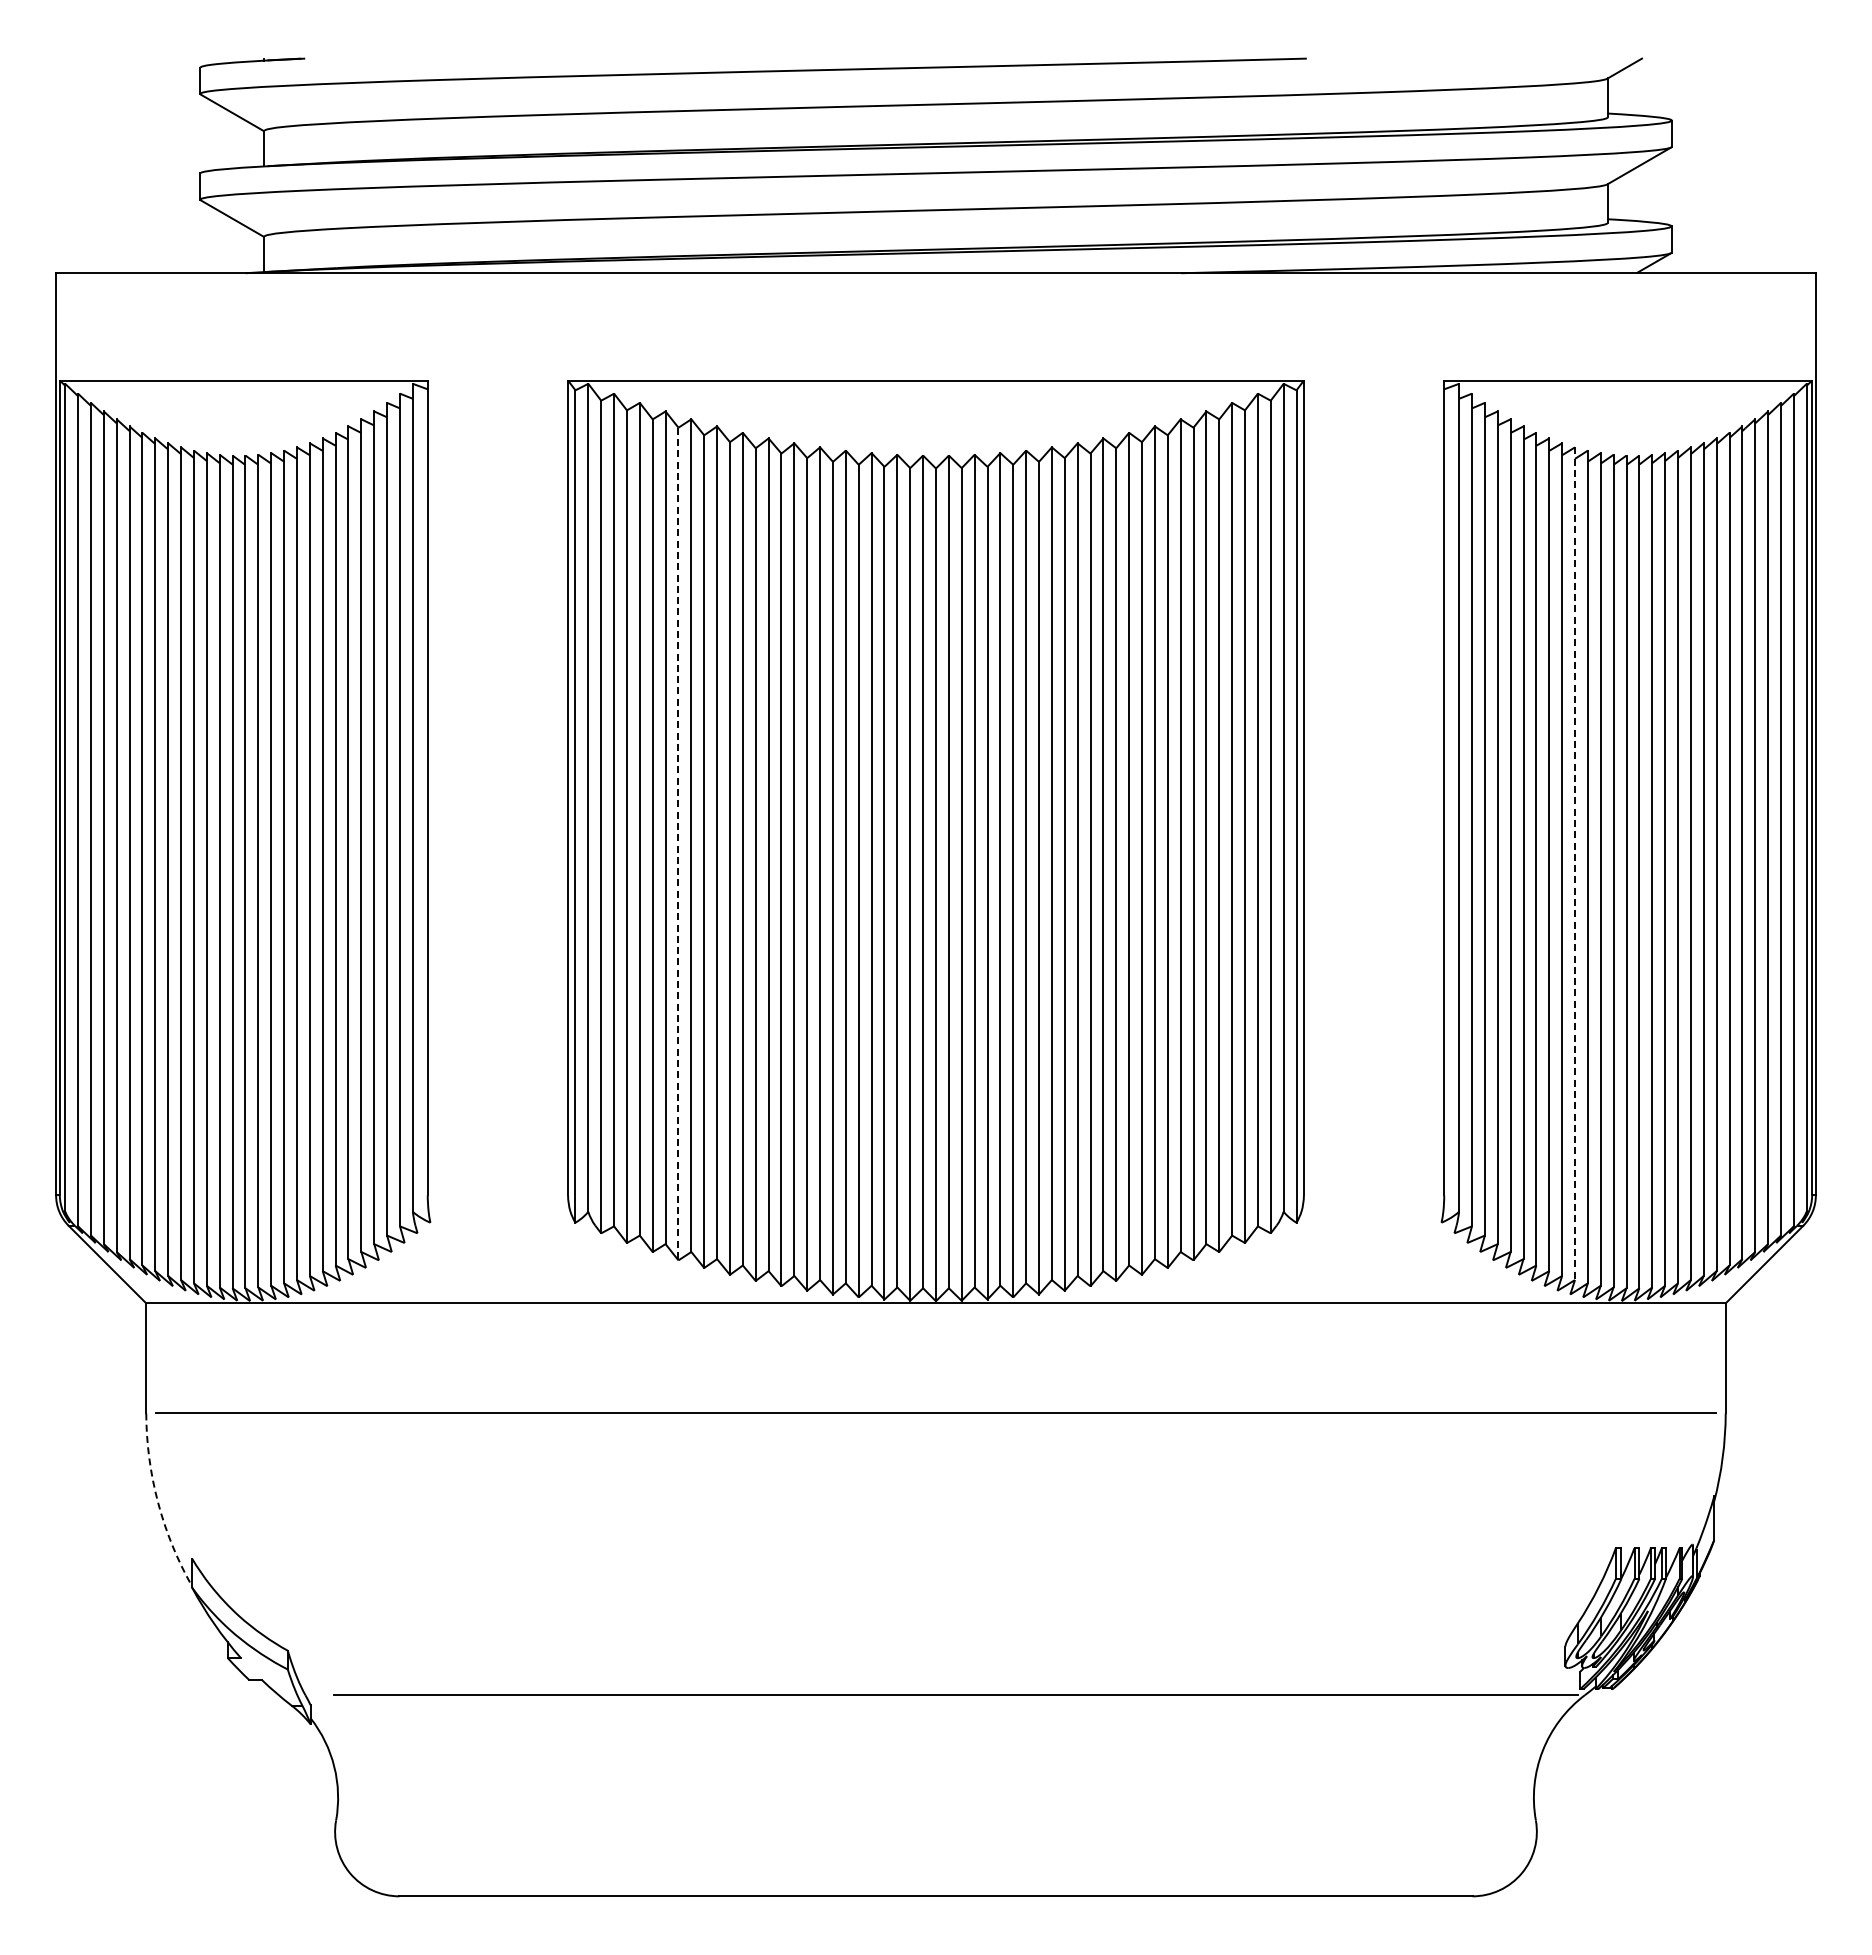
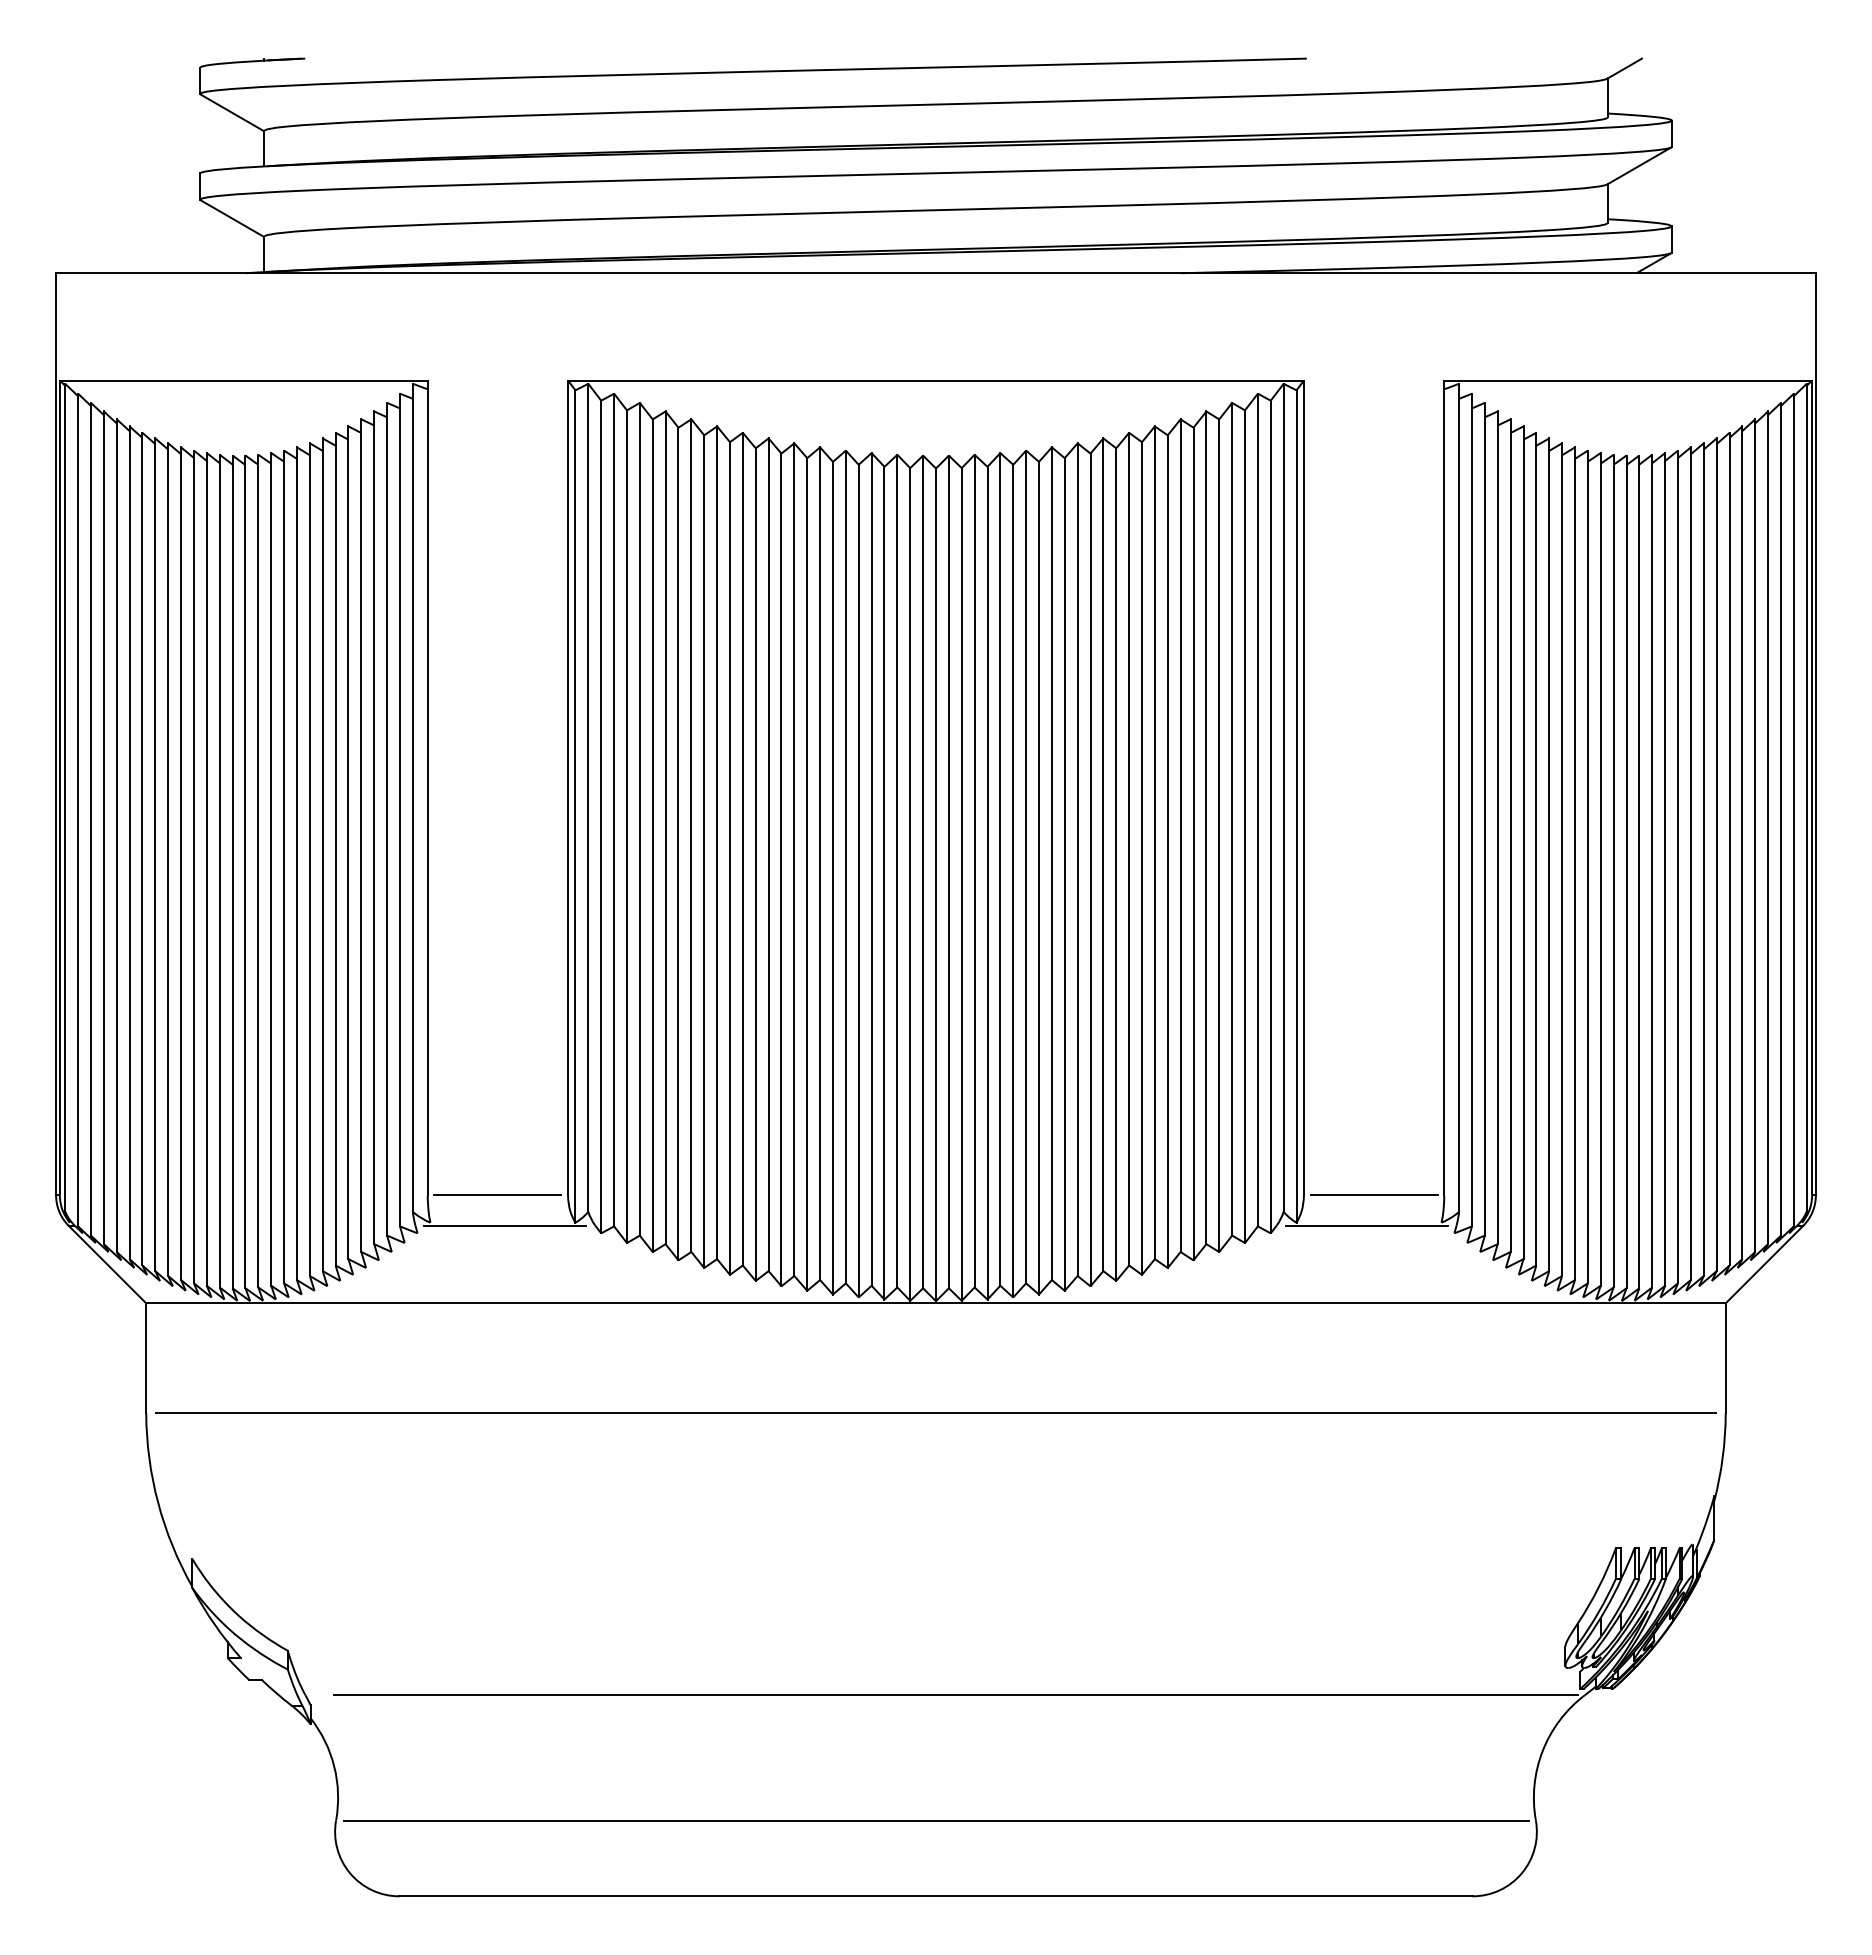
line at (678, 844): dashed -> solid
line at (1575, 864): dashed -> solid
line at (497, 1195): none -> present
line at (1374, 1195): none -> present
line at (504, 1225): none -> present
line at (1367, 1225): none -> present
arc at (158, 1502): dashed -> solid
line at (935, 1820): none -> present
